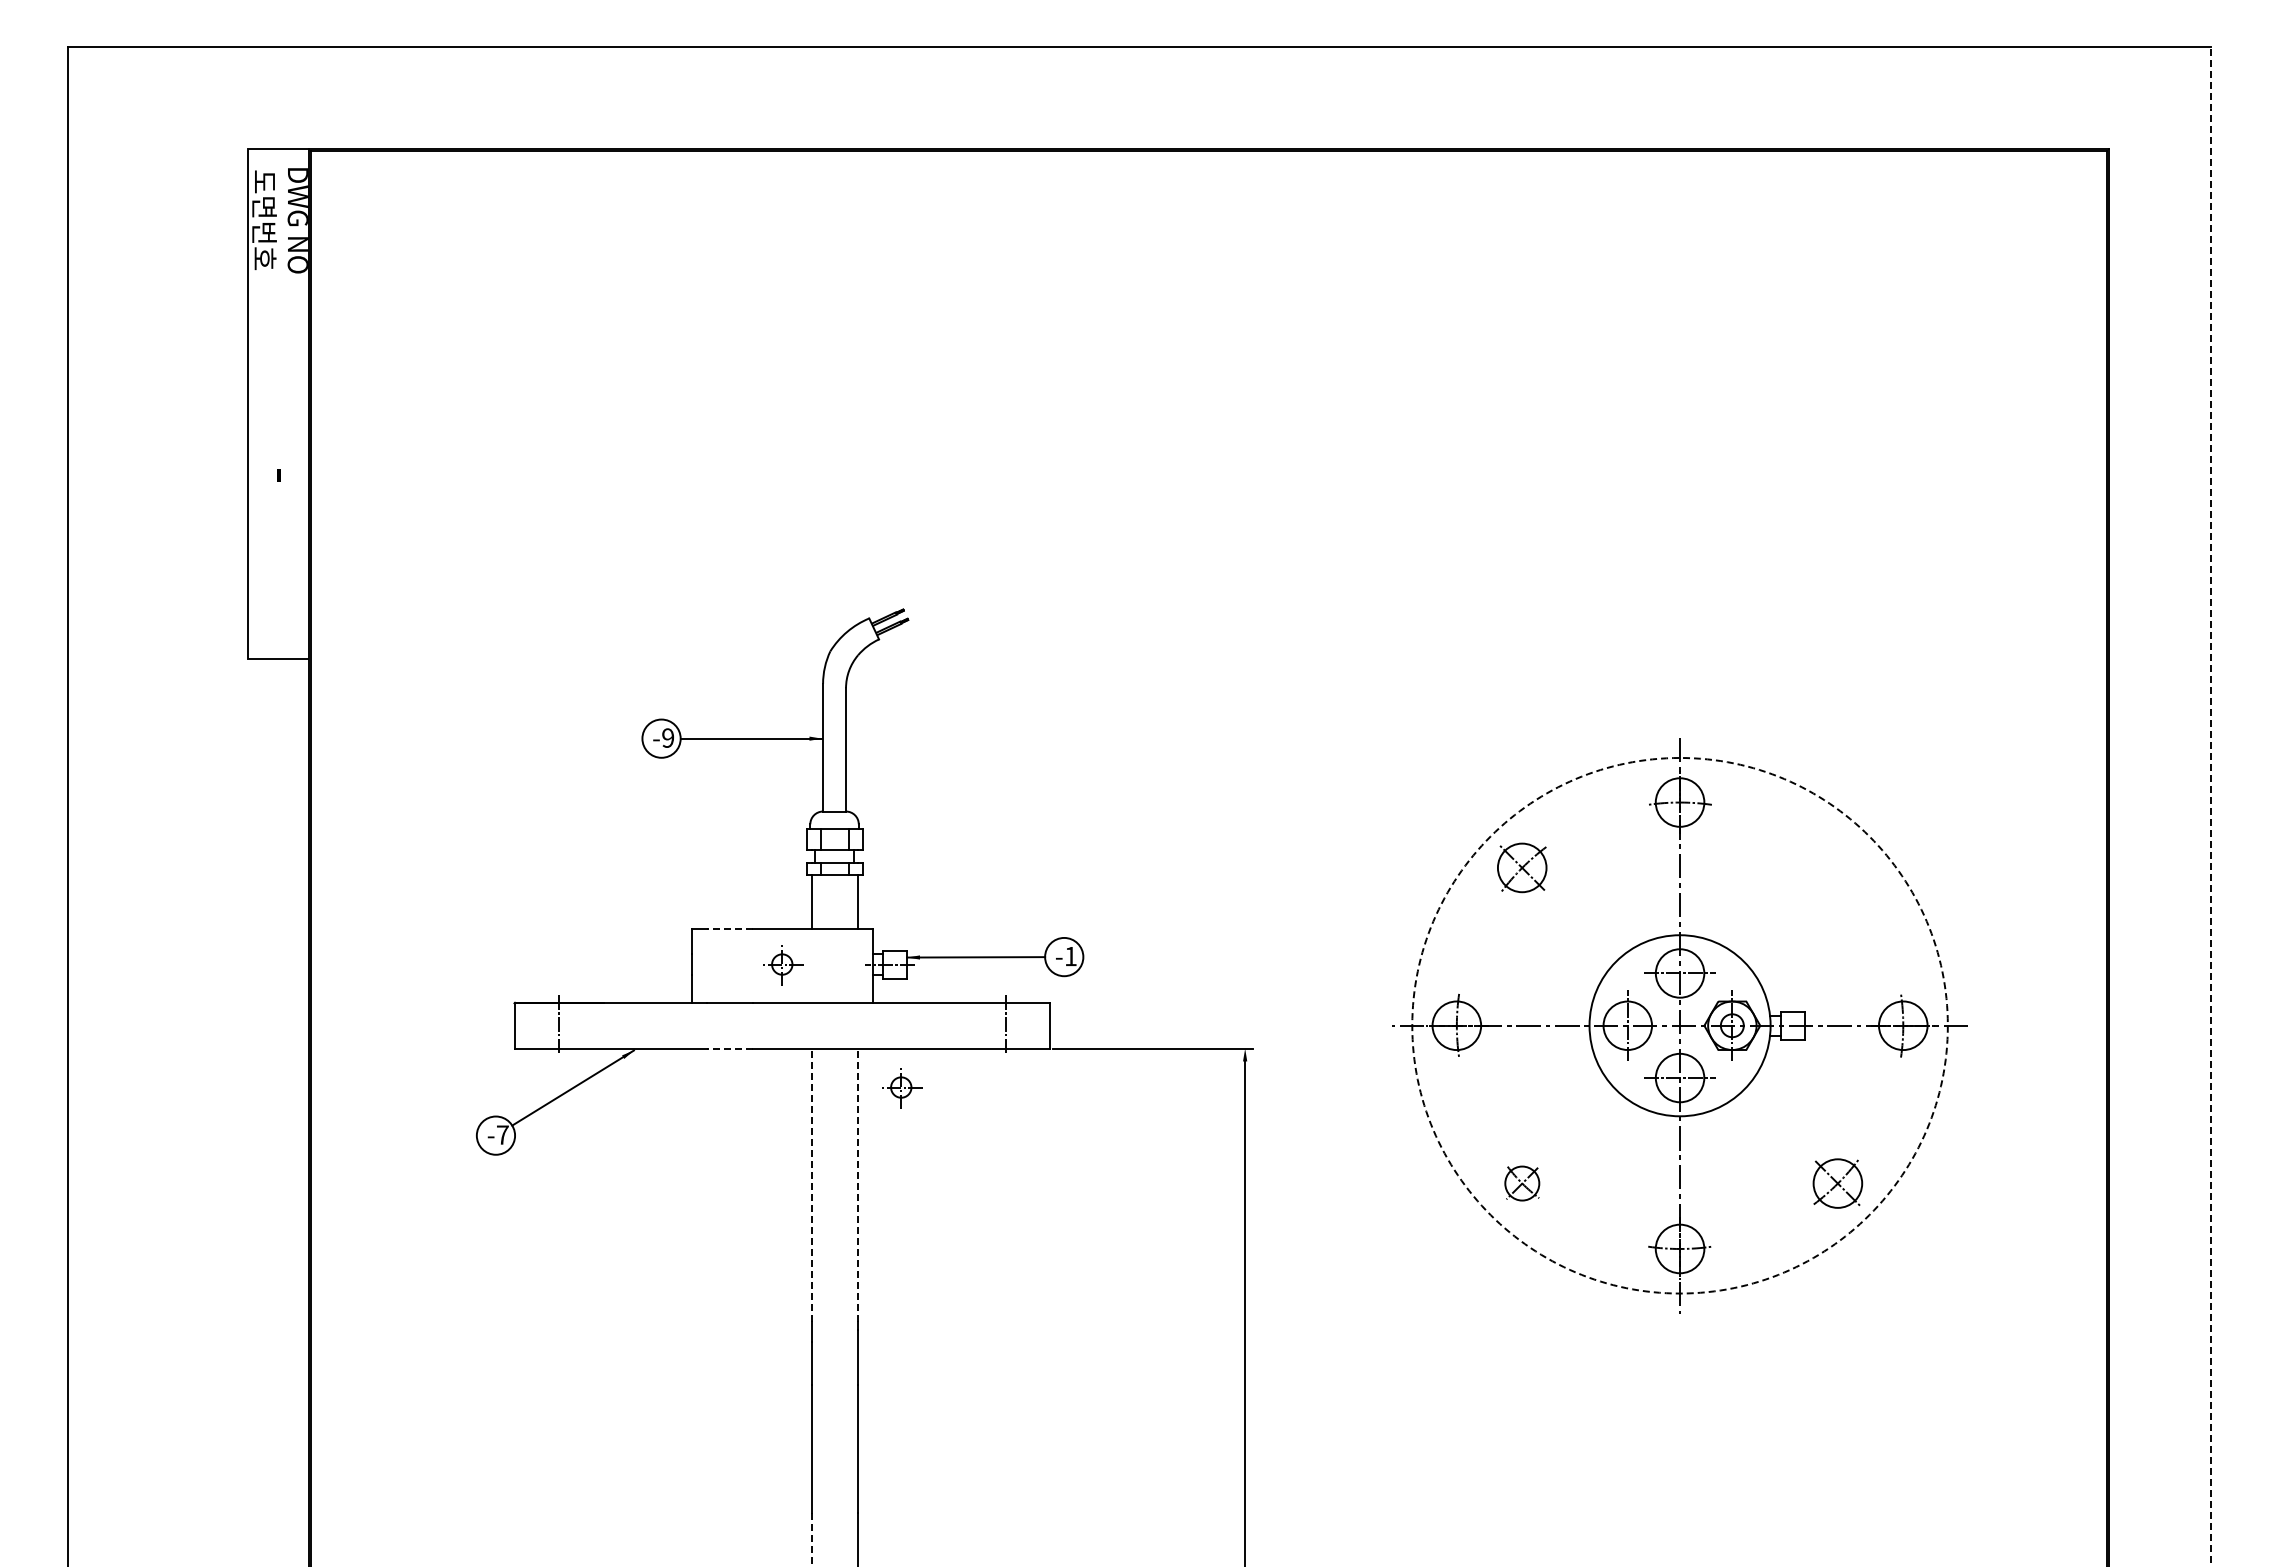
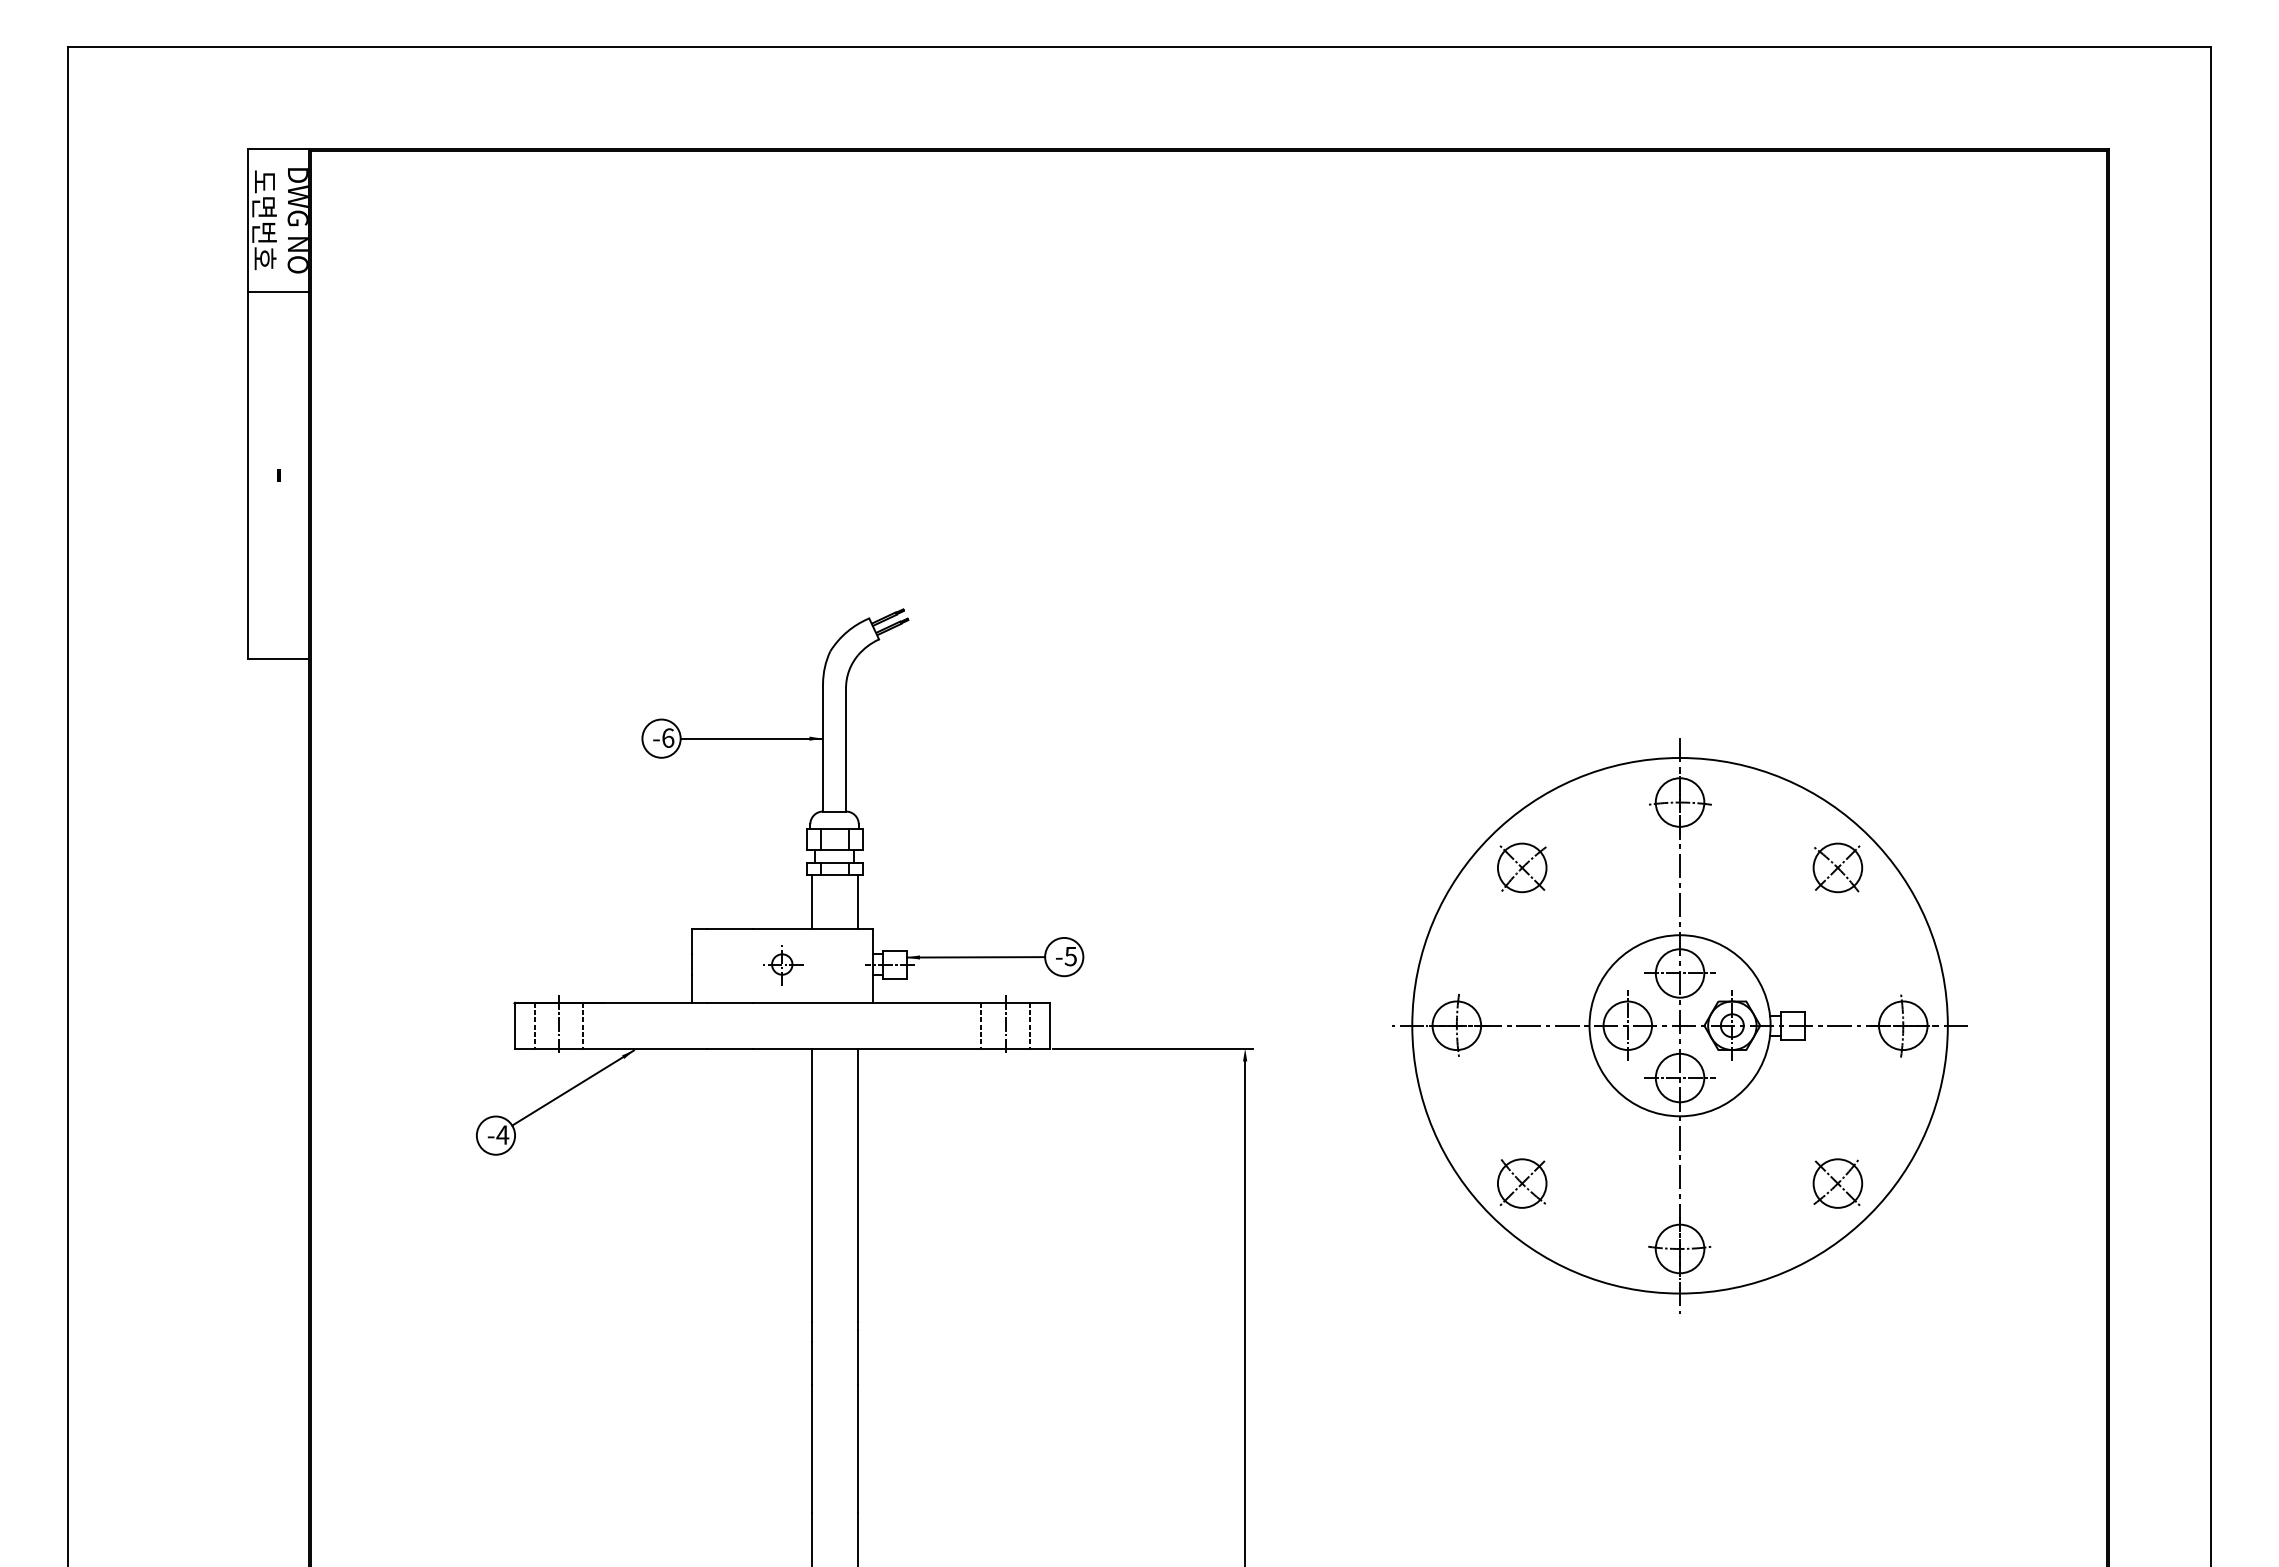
line at (278, 291): none -> present
text at (668, 737): -9 -> -6
line at (2210, 806): dashed -> solid
part at (1837, 867): none -> present
line at (729, 928): dashed -> solid
text at (1070, 956): -1 -> -5
line at (534, 1025): none -> present
line at (583, 1025): none -> present
line at (981, 1025): none -> present
line at (1029, 1025): none -> present
circle at (1679, 1025): dashed -> solid
line at (729, 1048): dashed -> solid
part at (902, 1088): present -> none
text at (502, 1134): -7 -> -4
part at (1522, 1183) size: 37x37 px -> 51x51 px
line at (811, 1184): dashed -> solid
line at (857, 1184): dashed -> solid
line at (811, 1539): dashed -> solid
